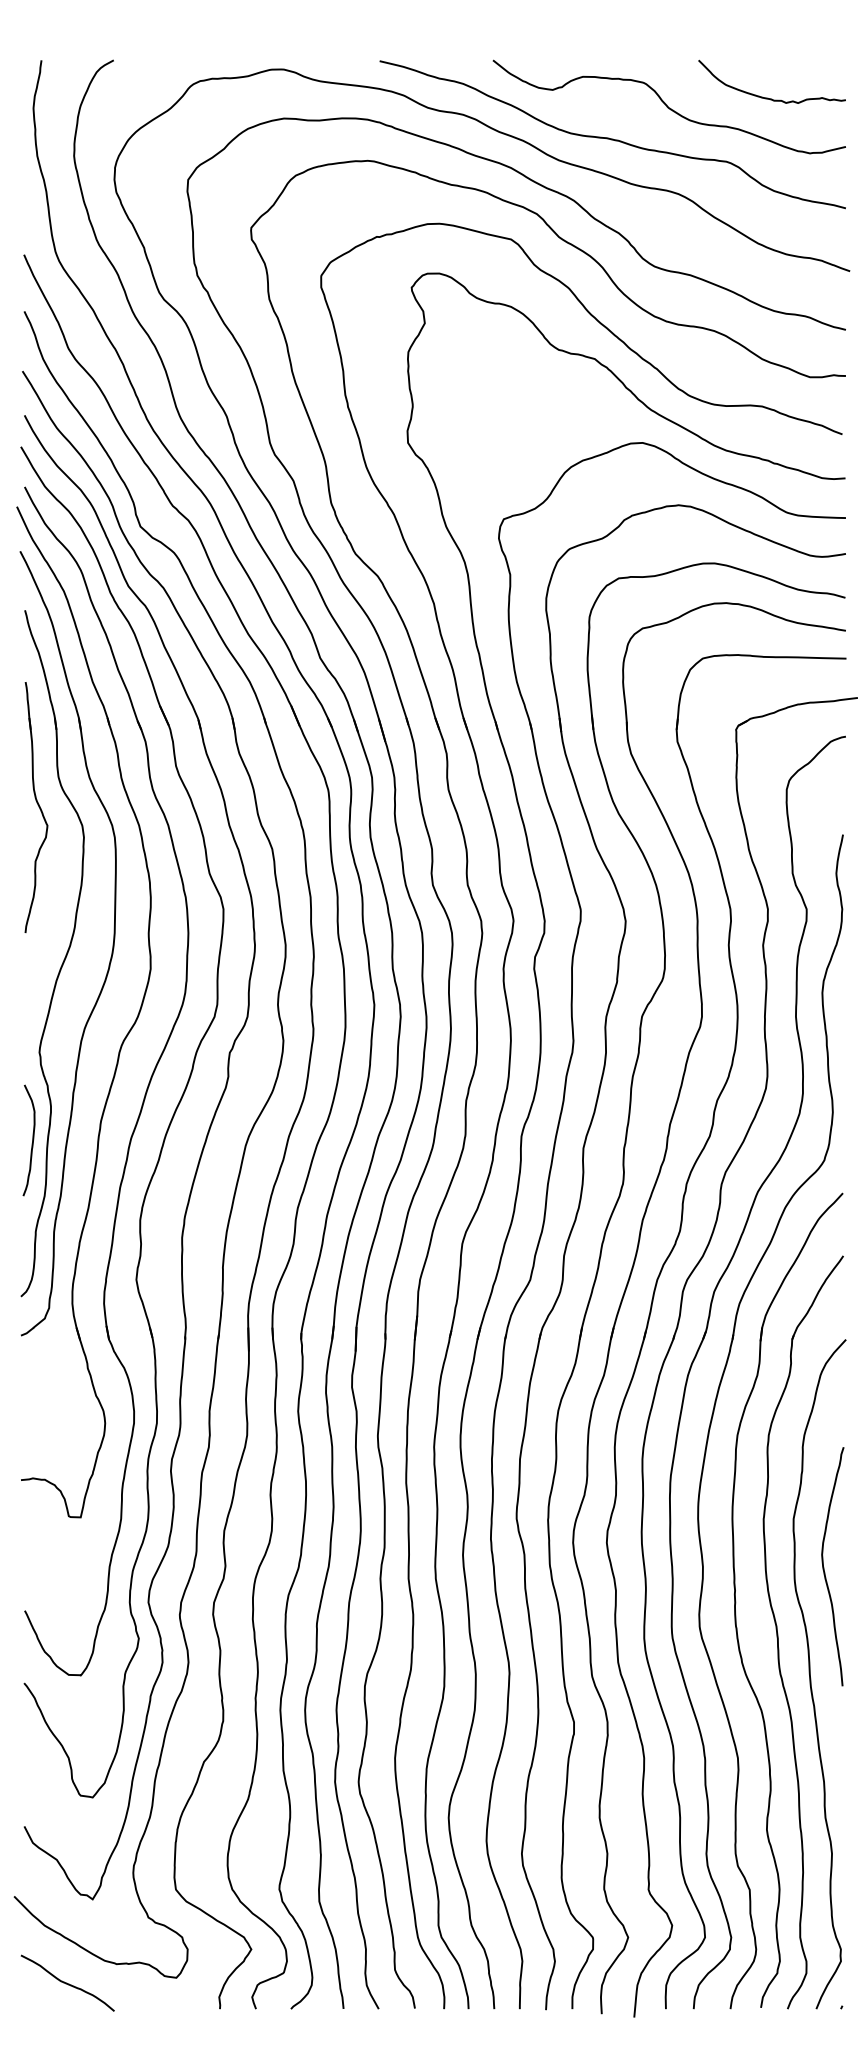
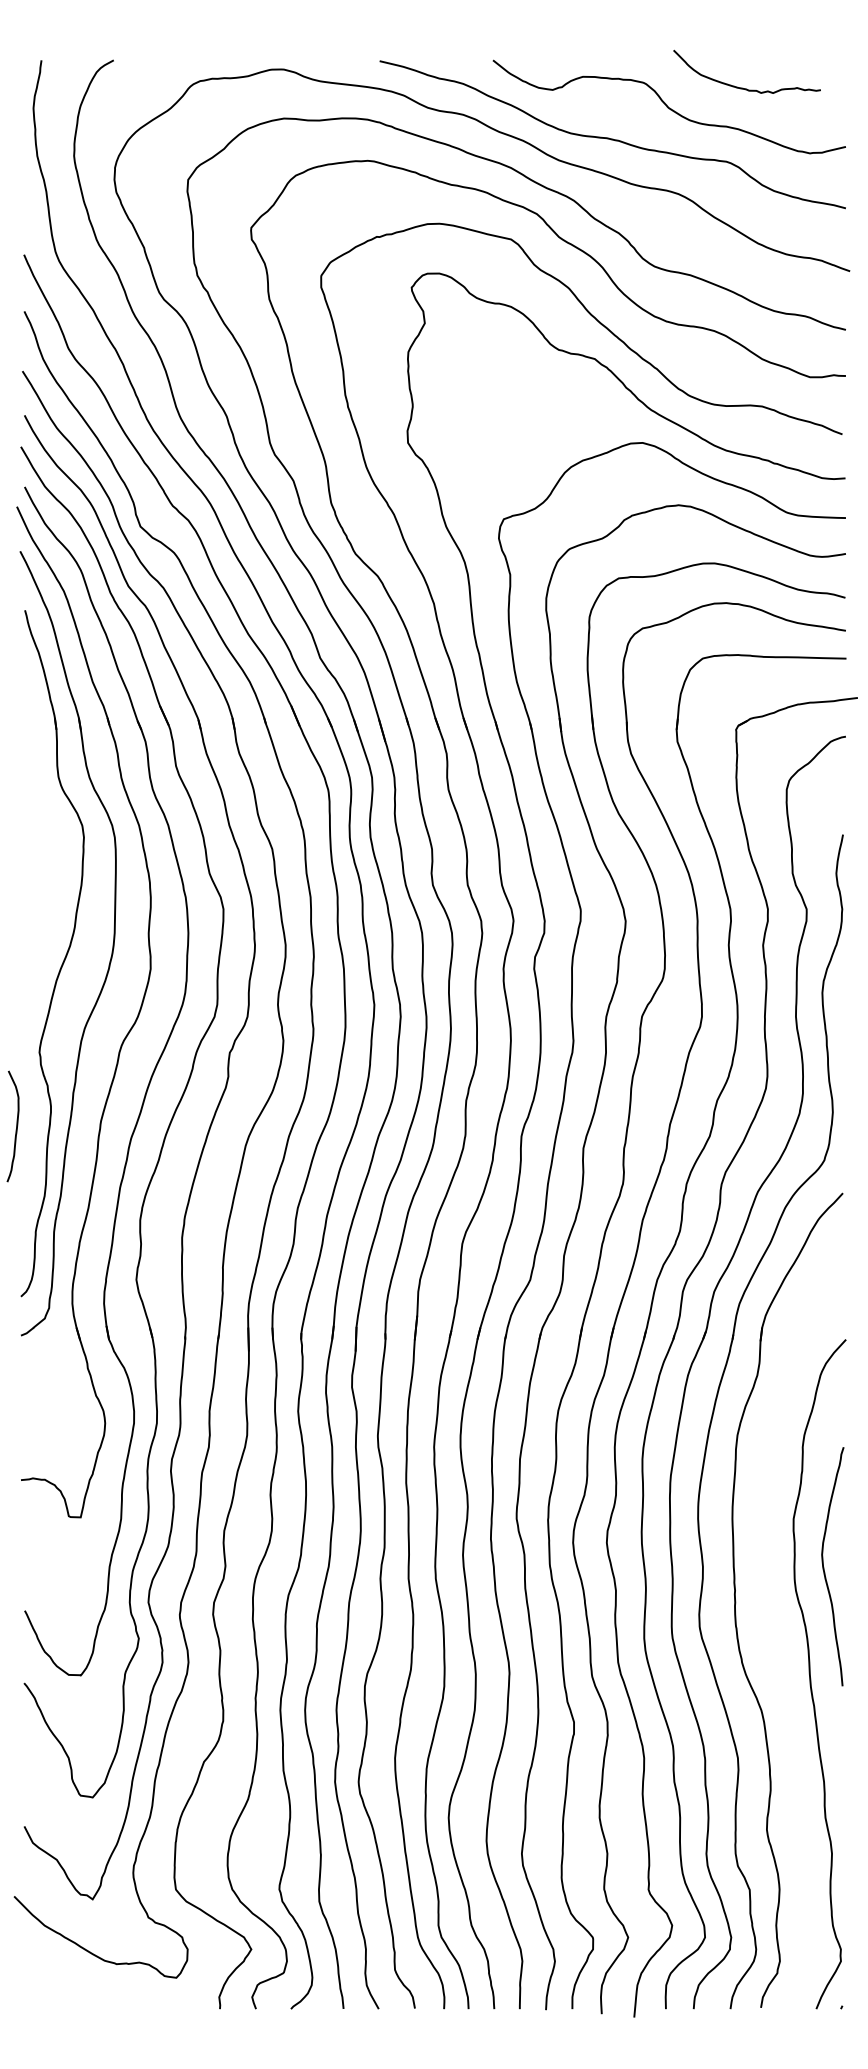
curve at (767, 97) position: (767, 97) -> (742, 87)
part at (36, 807): present -> none
curve at (32, 1140) position: (32, 1140) -> (16, 1126)
part at (778, 1633): present -> none
curve at (66, 1982): present -> none
